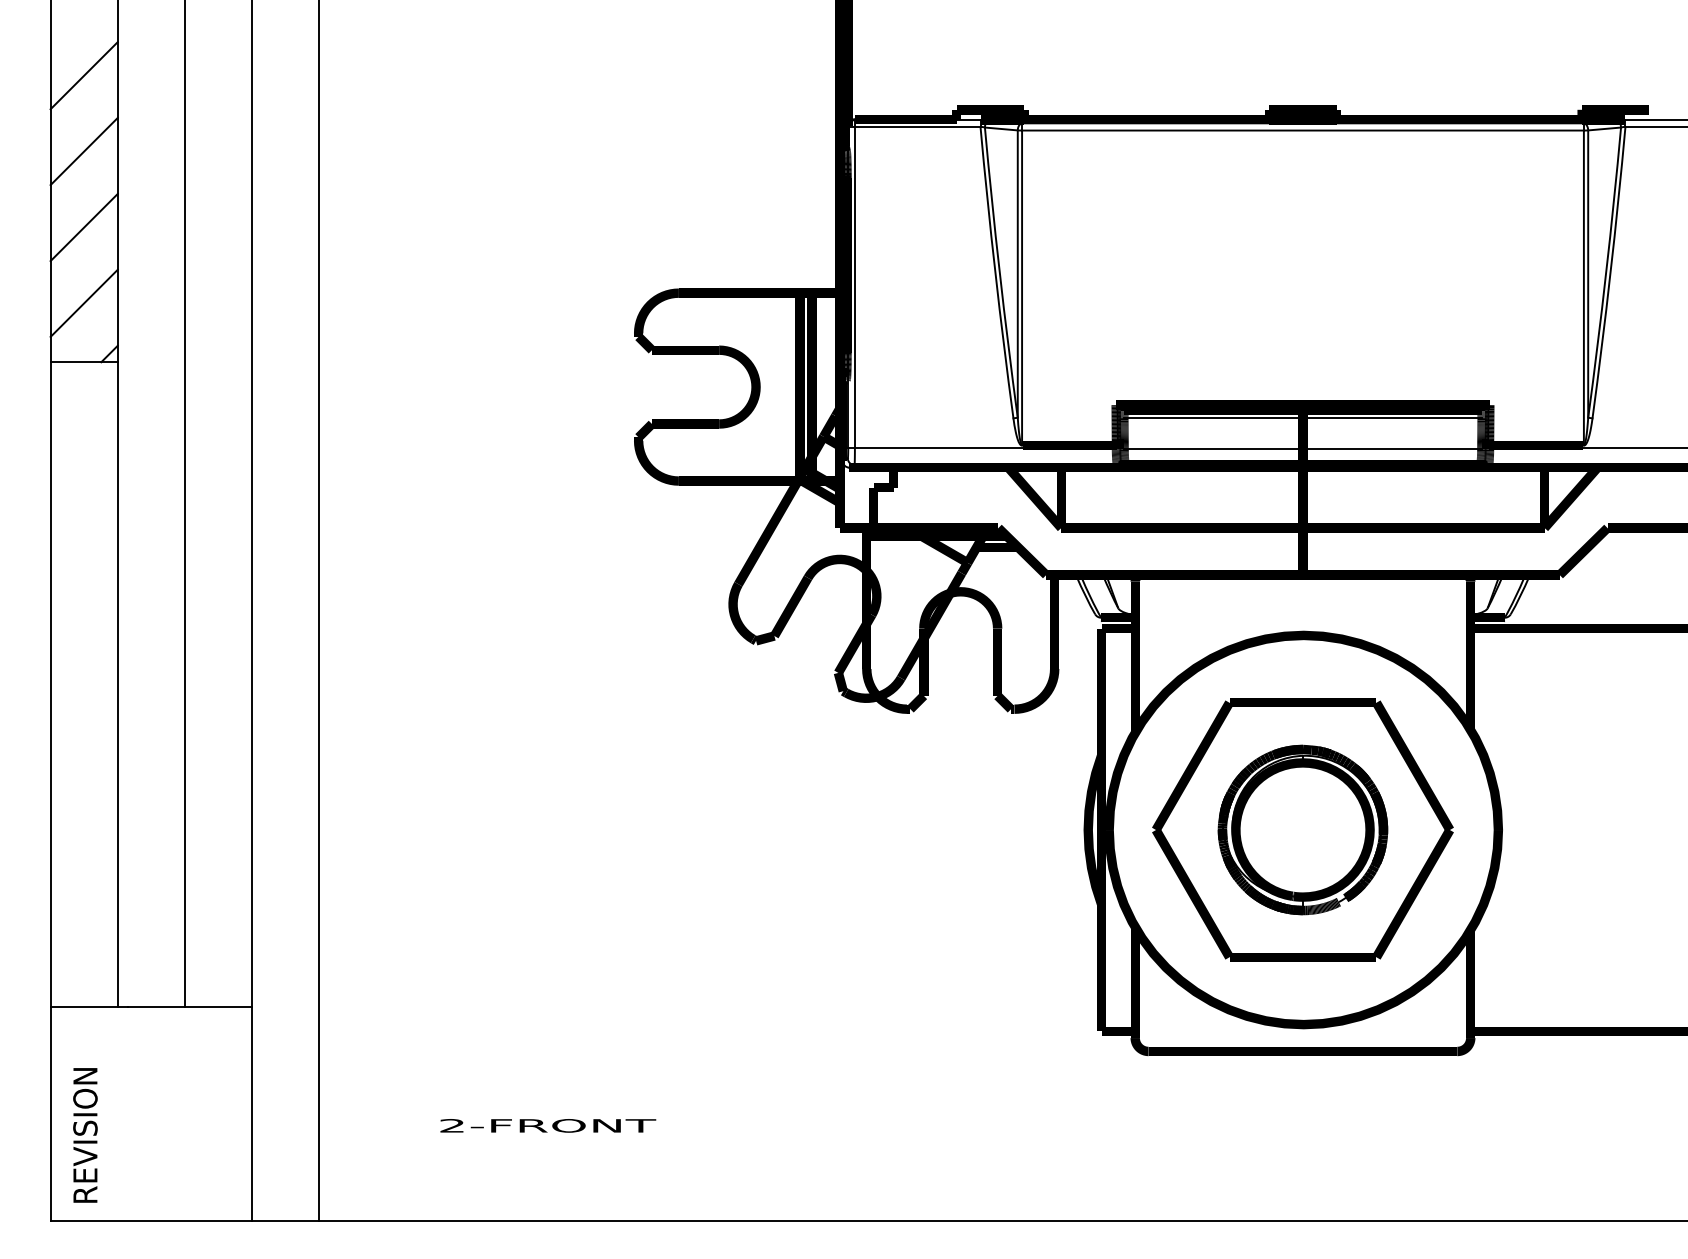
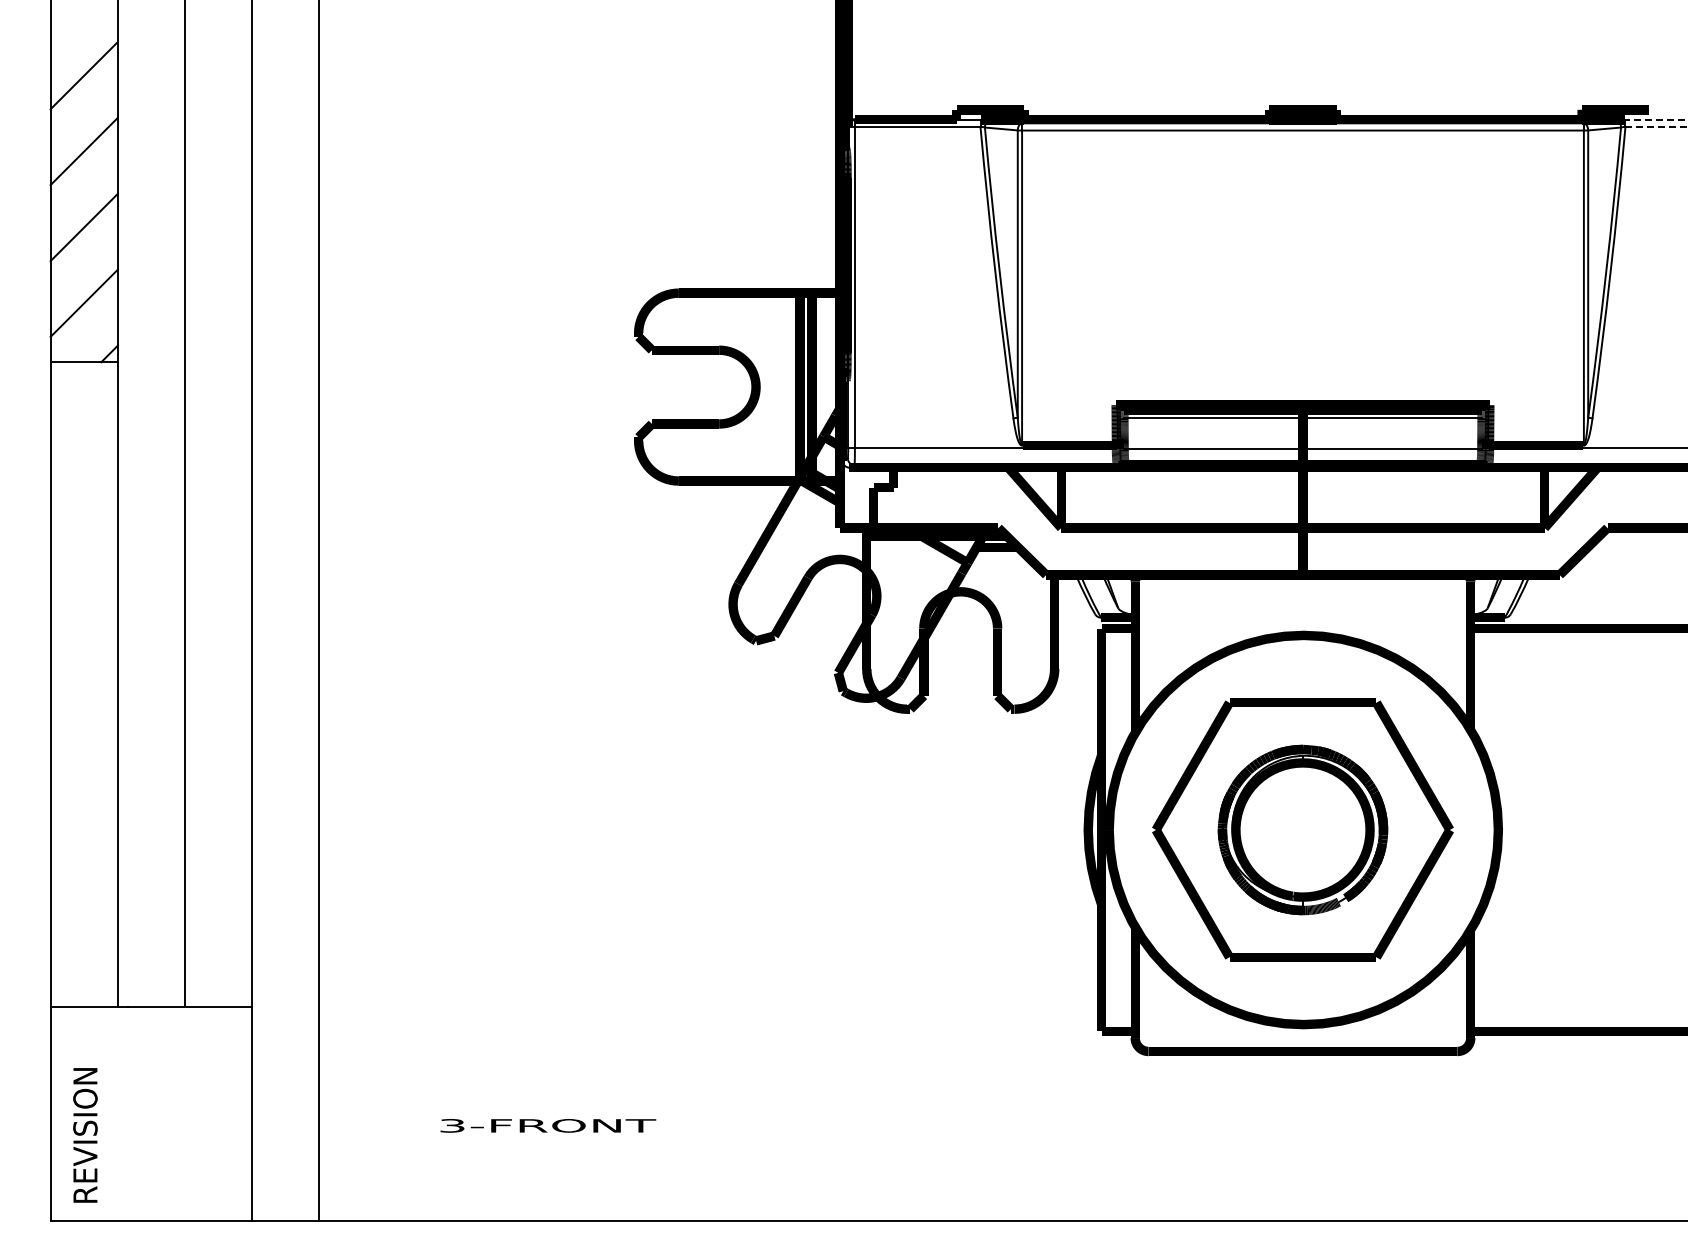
line at (1656, 120): solid -> dashed
line at (1656, 126): solid -> dashed
text at (452, 1125): 2-FRONT -> 3-FRONT
